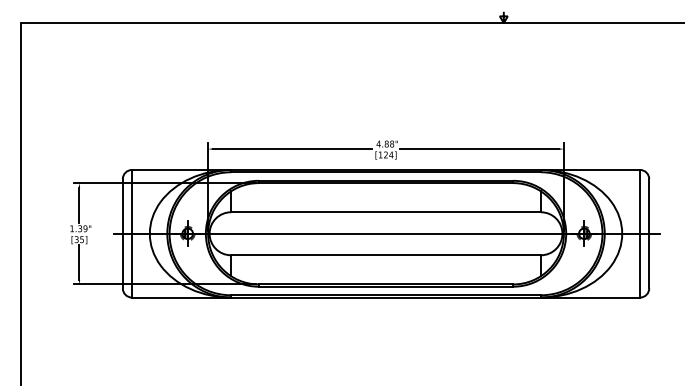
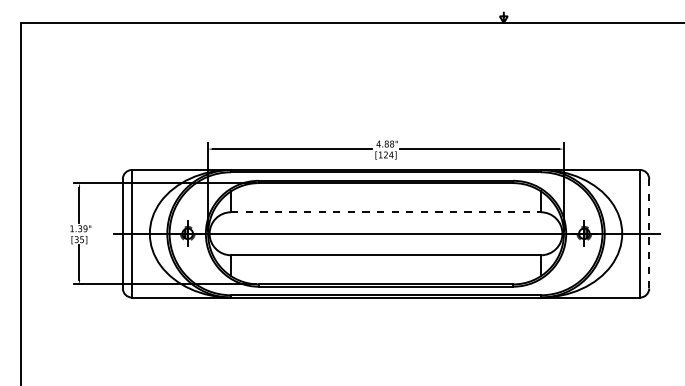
line at (386, 212): solid -> dashed
line at (649, 233): solid -> dashed
